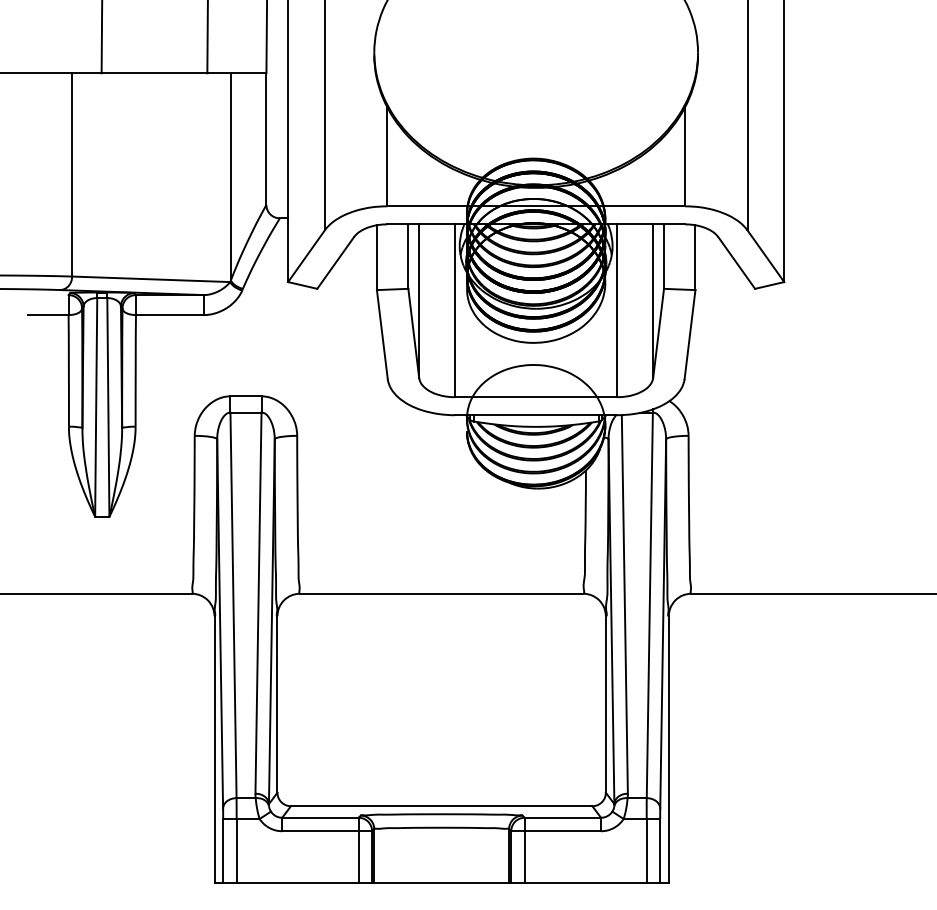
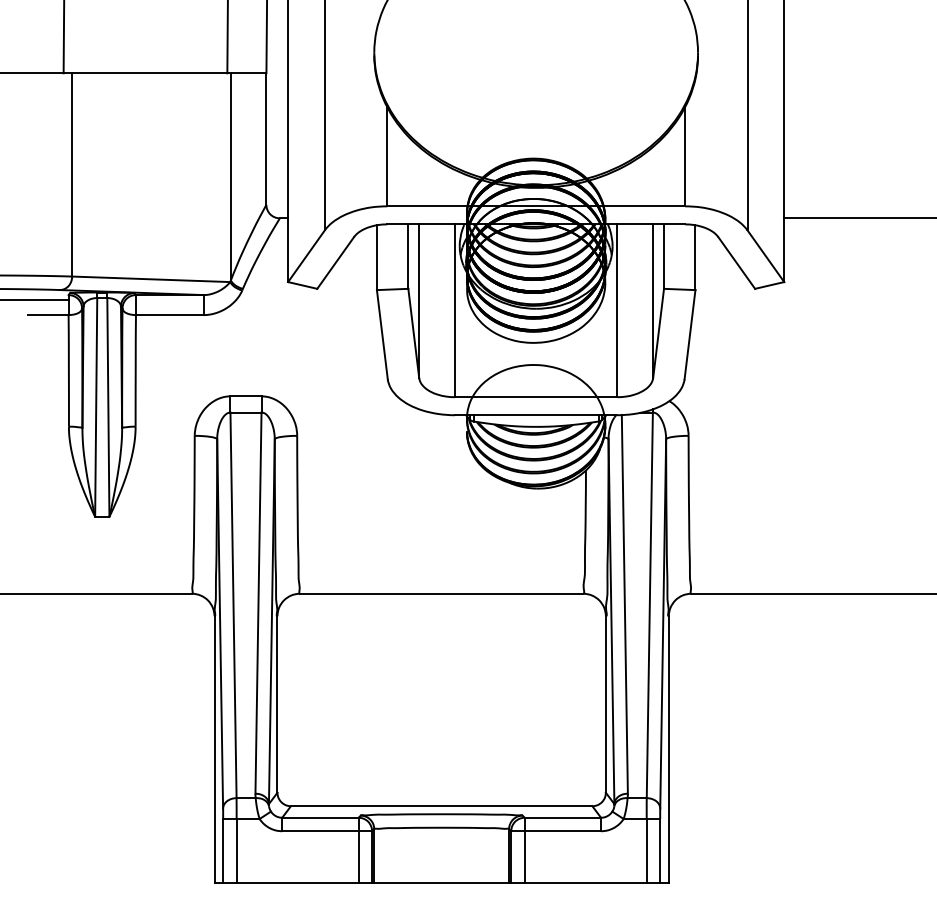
line at (101, 37) position: (101, 37) -> (63, 37)
line at (207, 37) position: (207, 37) -> (227, 37)
line at (858, 218): none -> present
line at (35, 300): none -> present
